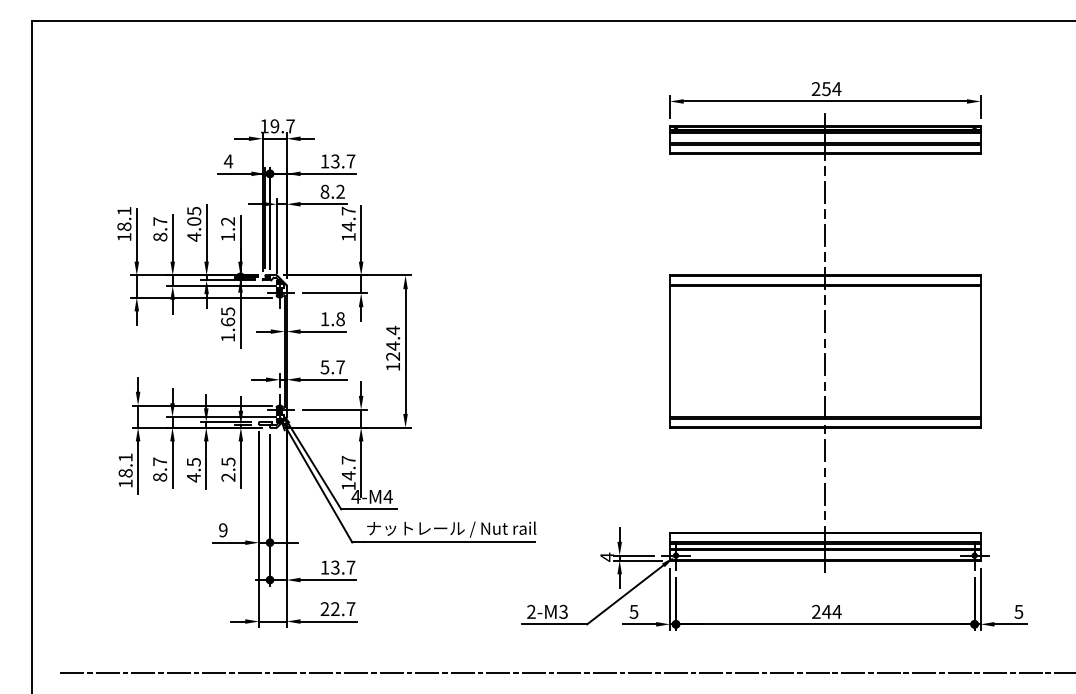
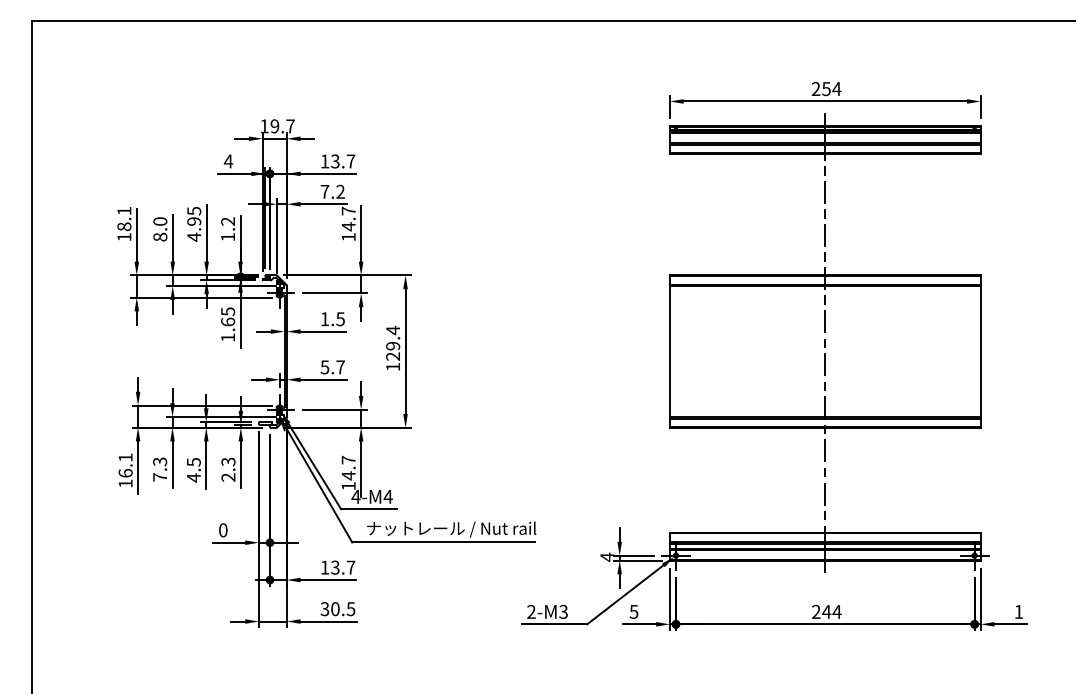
text at (324, 191): 8.2 -> 7.2
text at (160, 221): 8.7 -> 8.0
text at (194, 221): 4.05 -> 4.95
text at (340, 319): 1.8 -> 1.5
text at (393, 345): 124.4 -> 129.4
text at (227, 461): 2.5 -> 2.3
text at (160, 469): 8.7 -> 7.3
text at (125, 473): 18.1 -> 16.1
text at (223, 530): 9 -> 0
text at (337, 609): 22.7 -> 30.5
text at (1018, 611): 5 -> 1
line at (566, 672): present -> none
